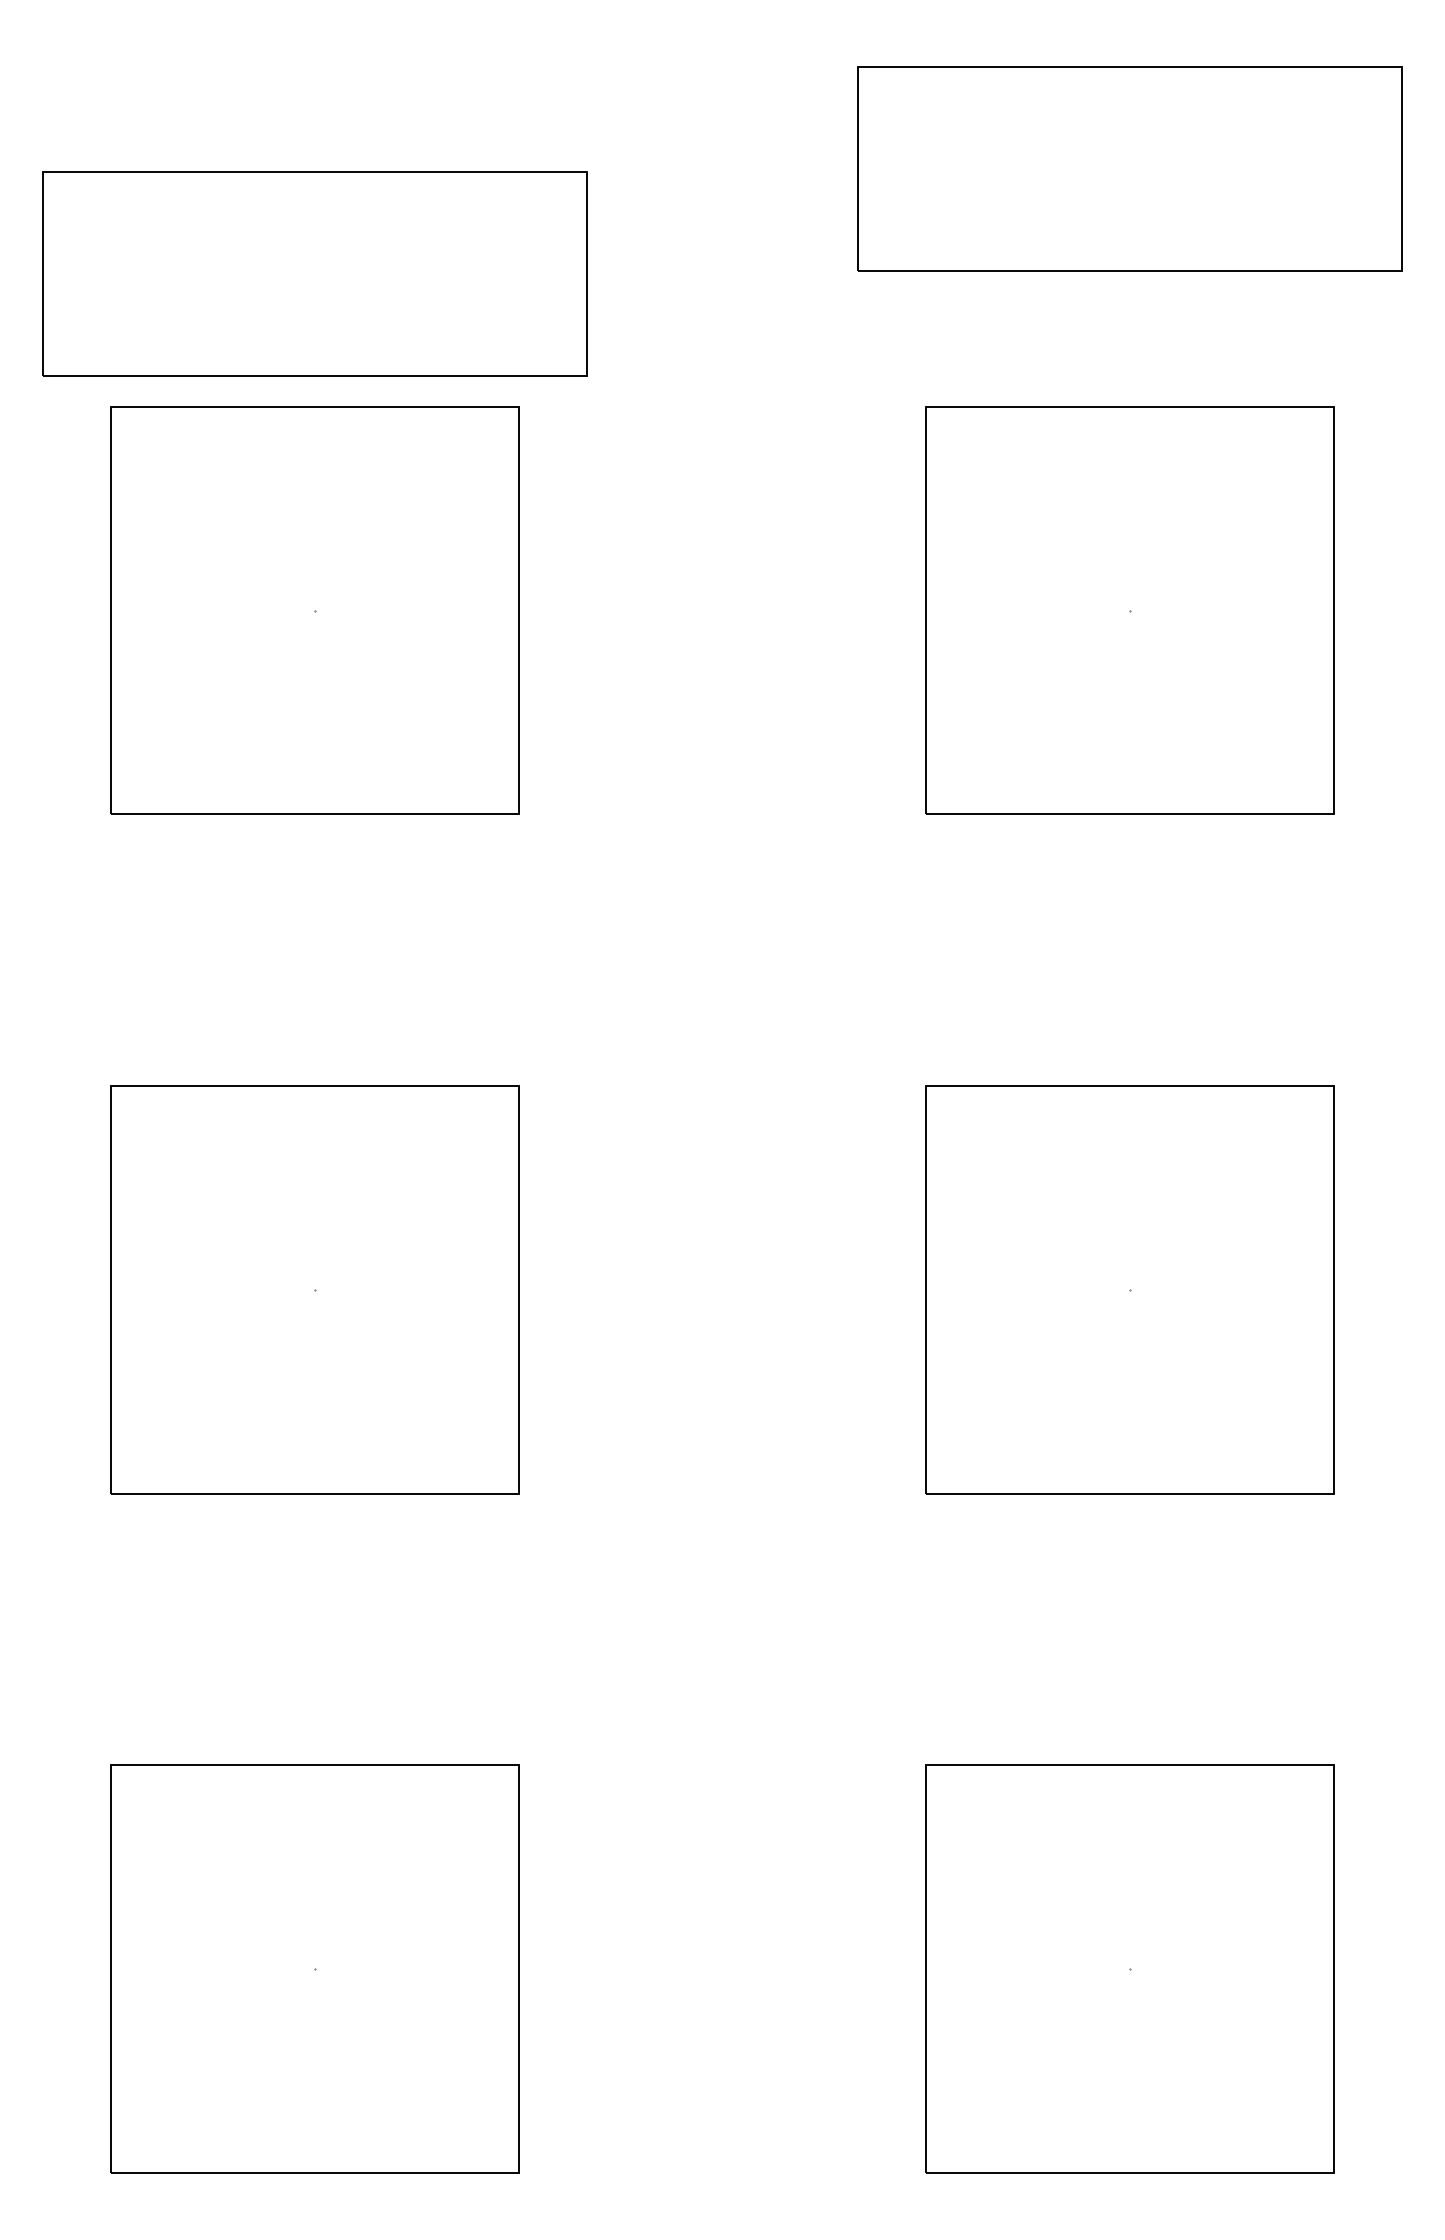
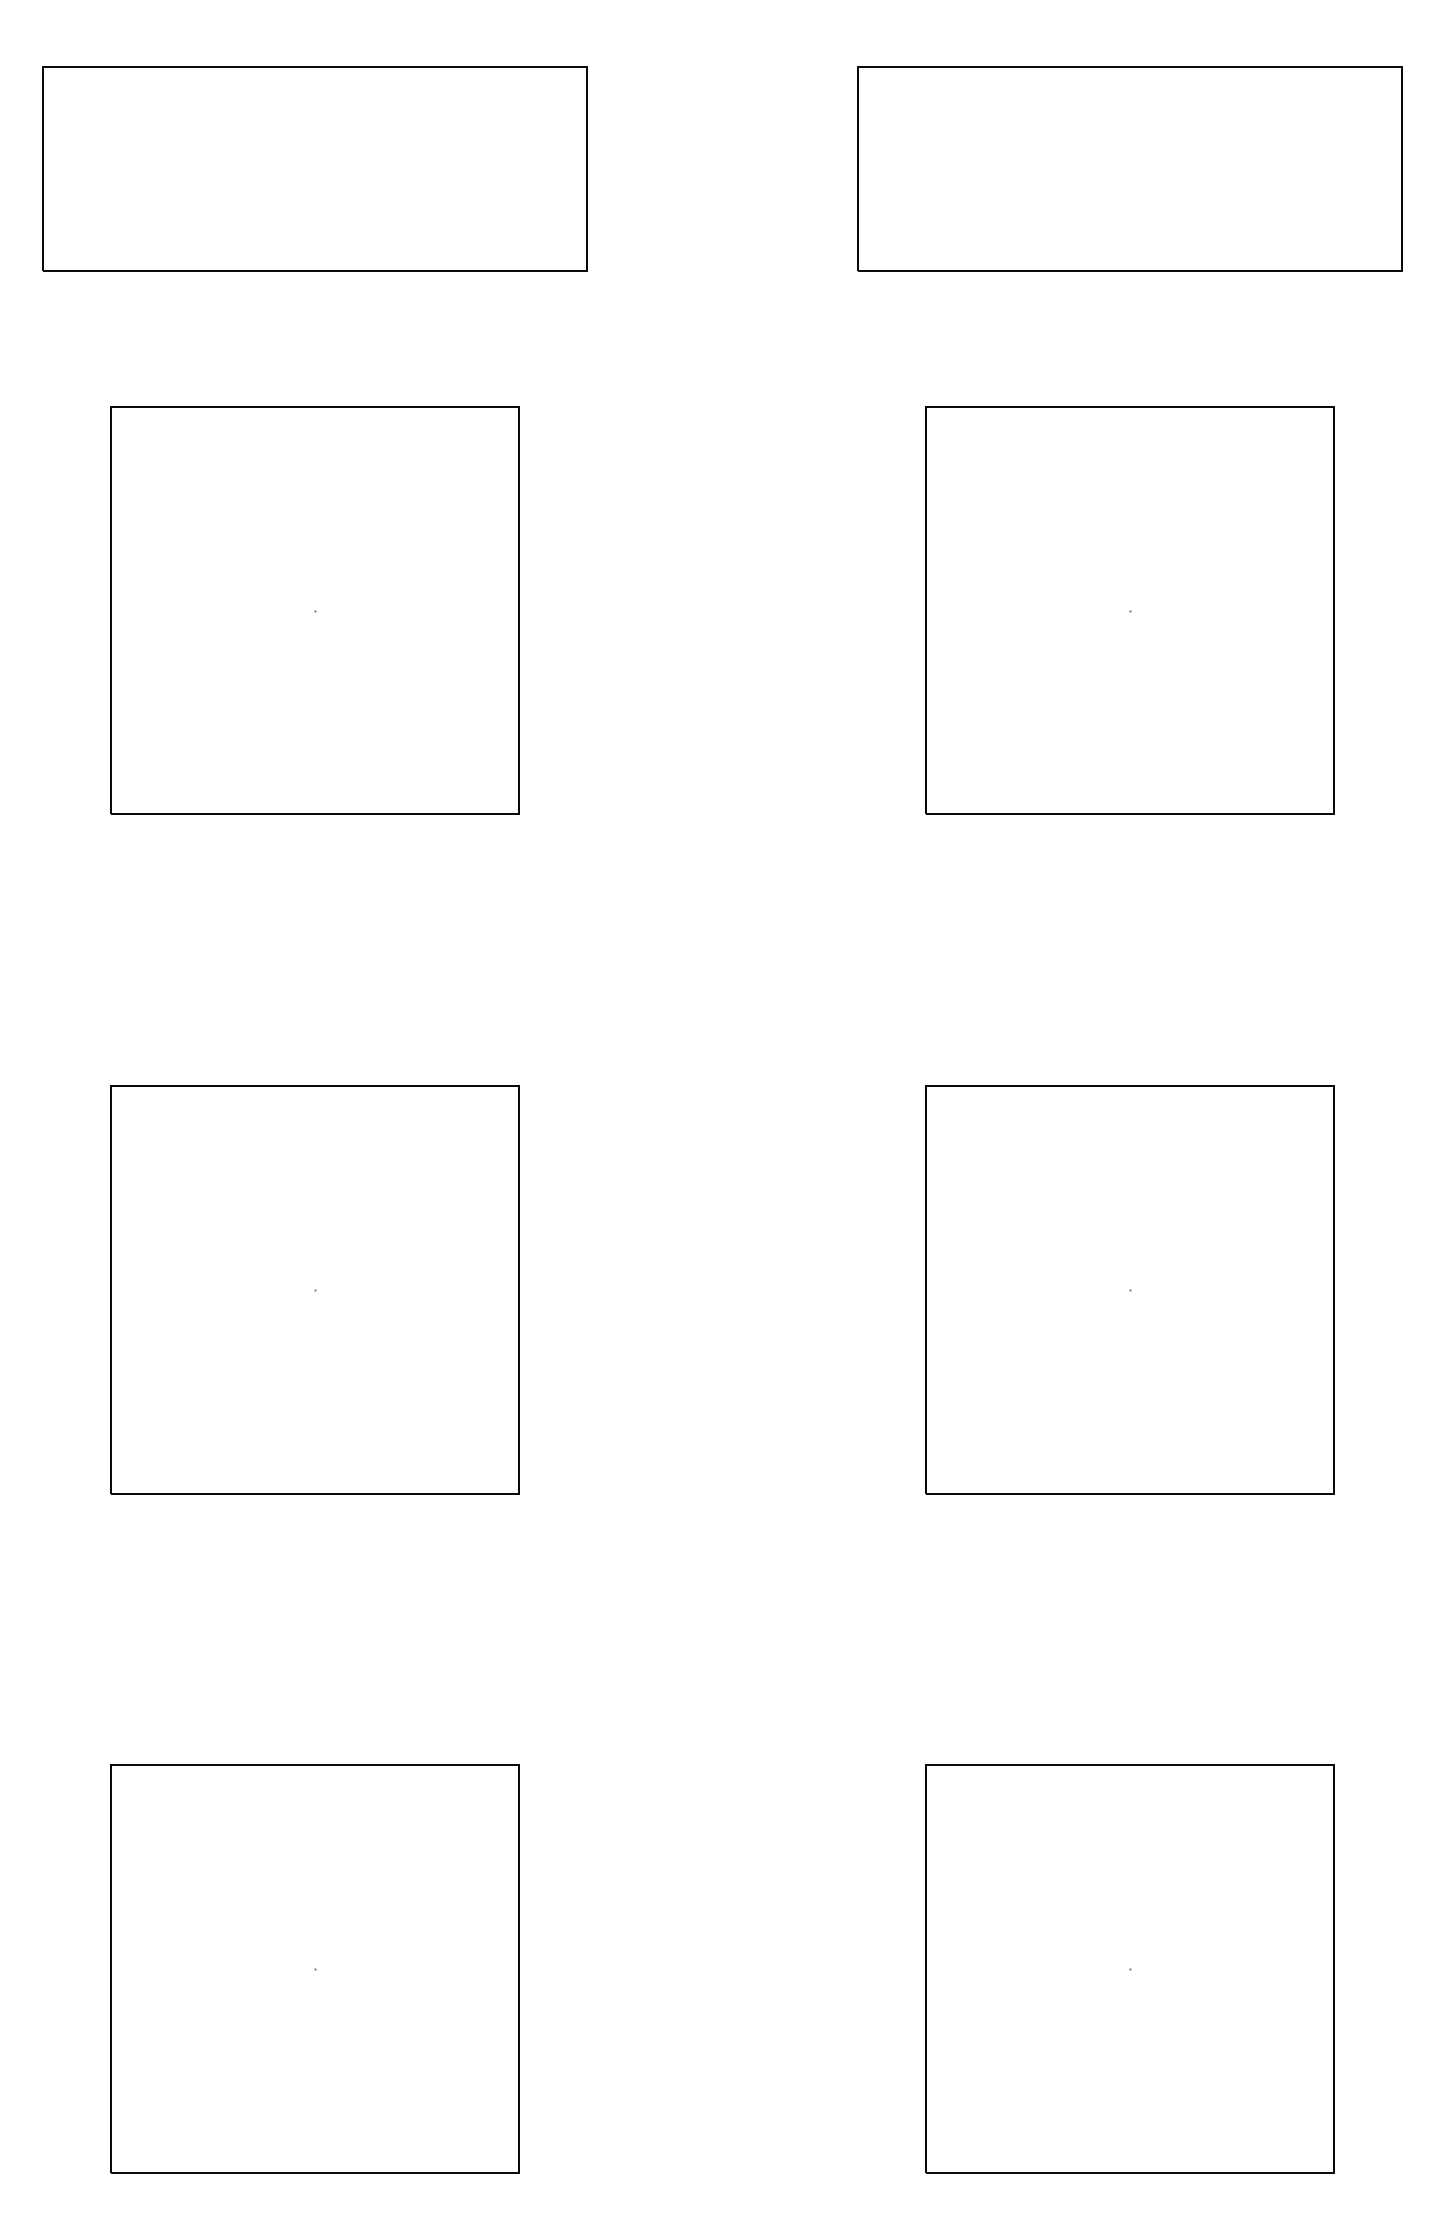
part at (314, 273) position: (314, 273) -> (314, 168)
